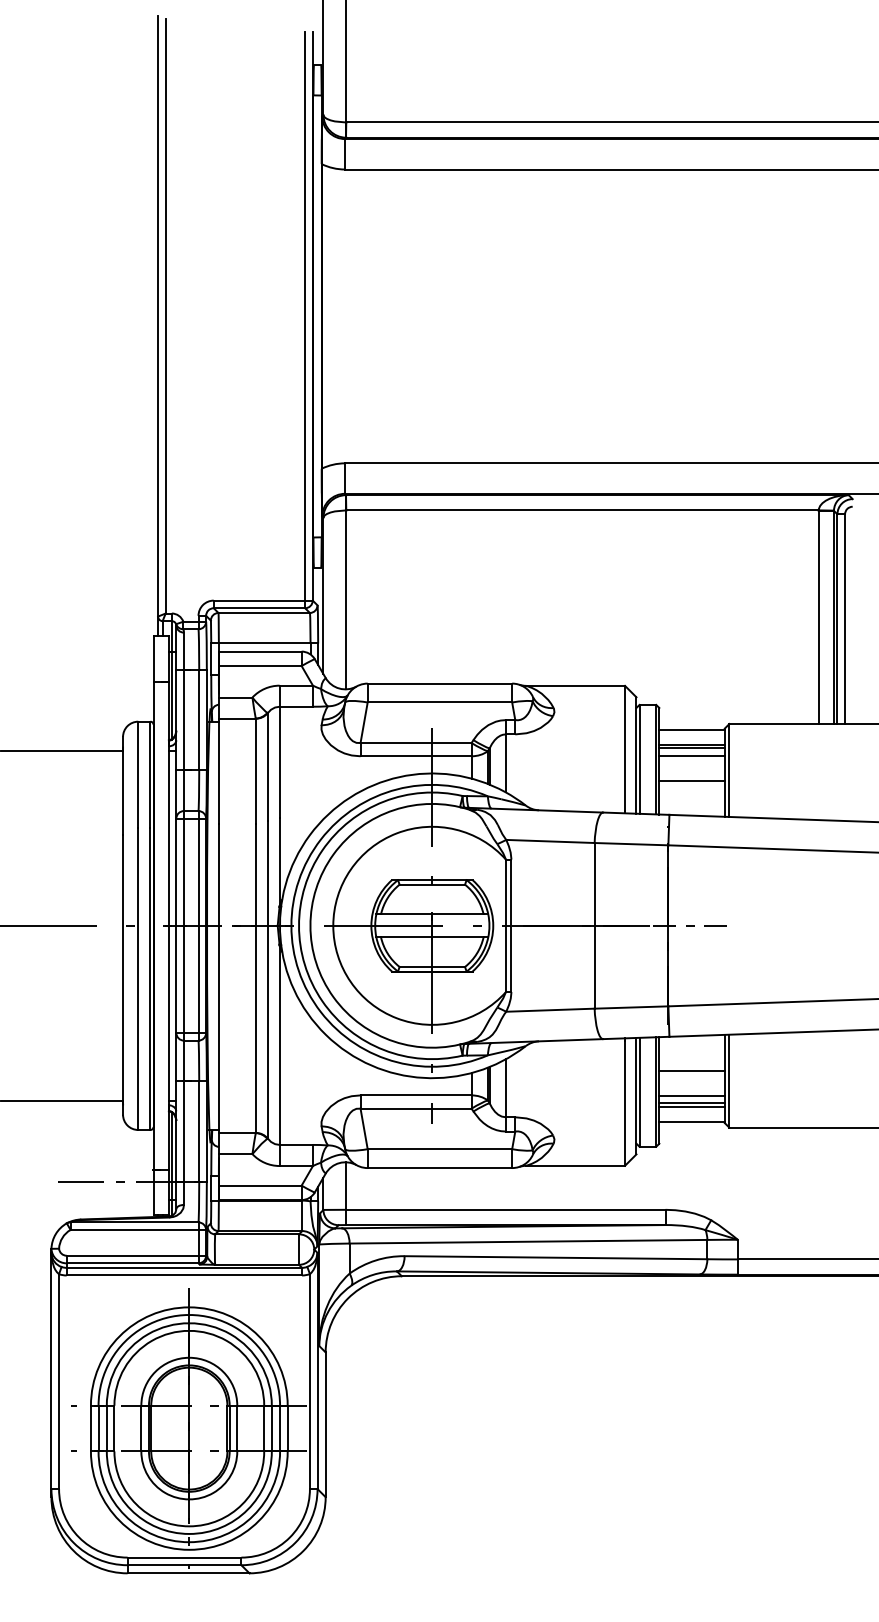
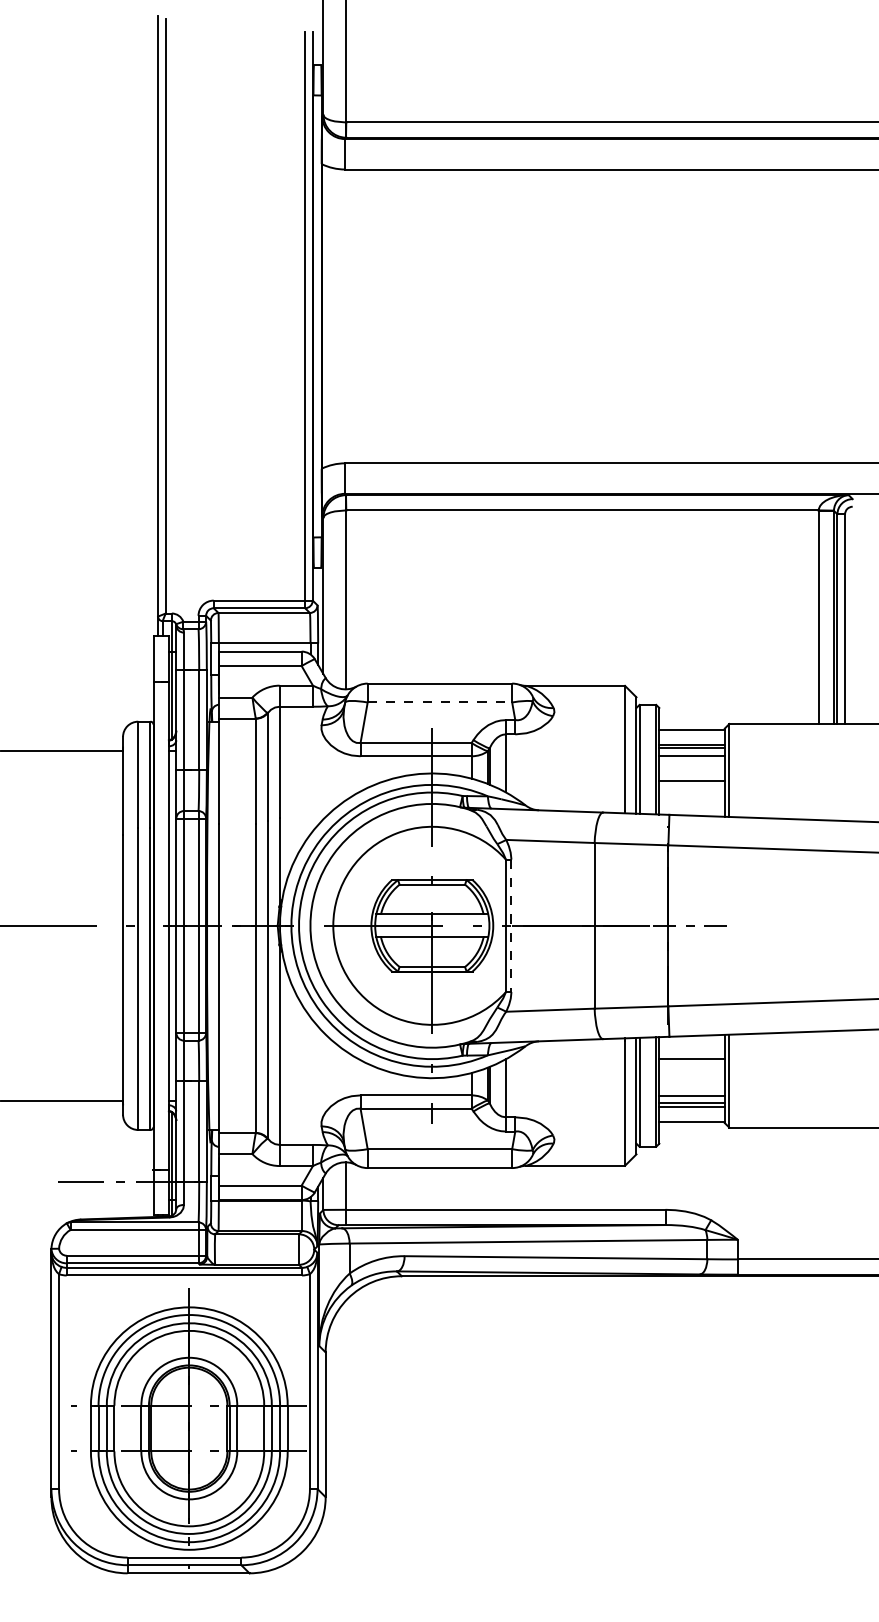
line at (440, 702): solid -> dashed
line at (511, 926): solid -> dashed
line at (691, 1070) position: (691, 1070) -> (691, 1058)
